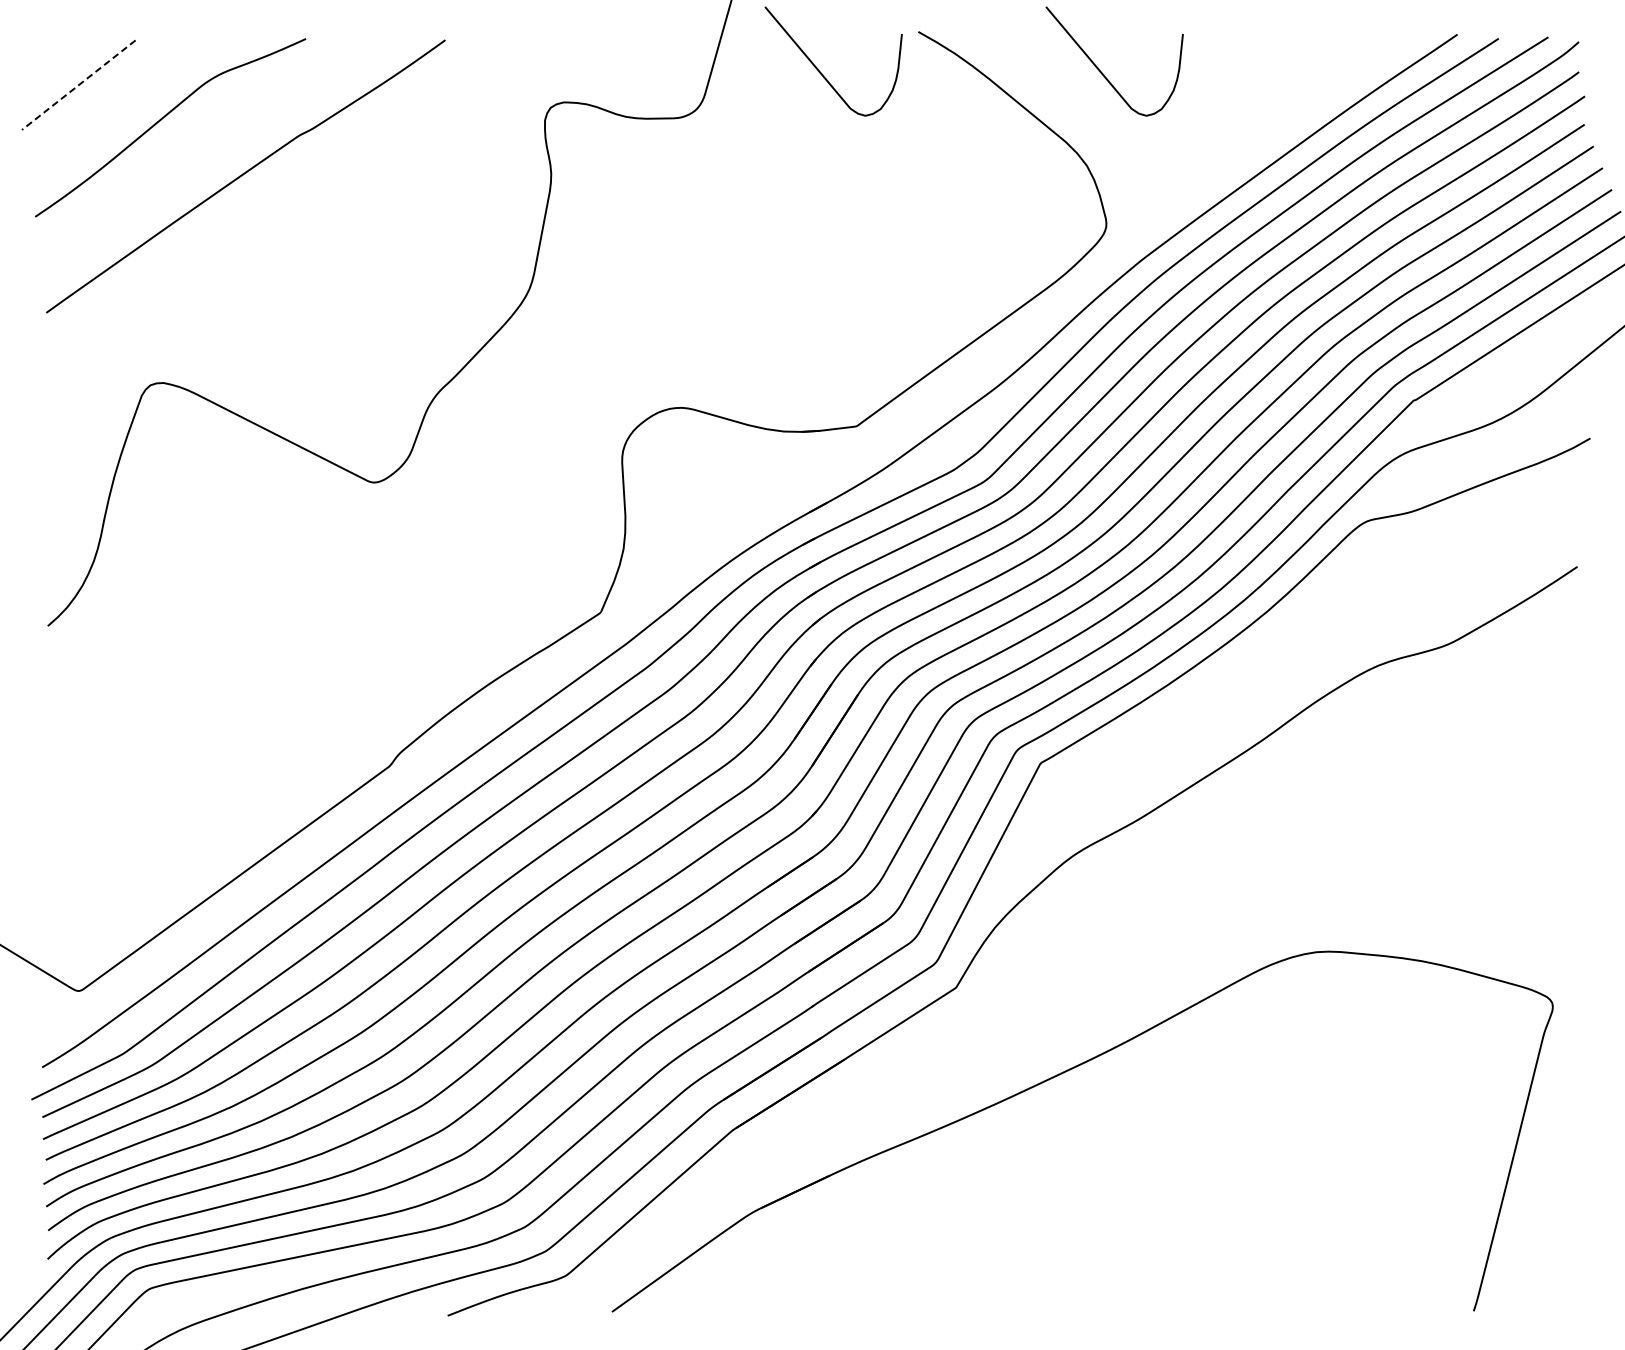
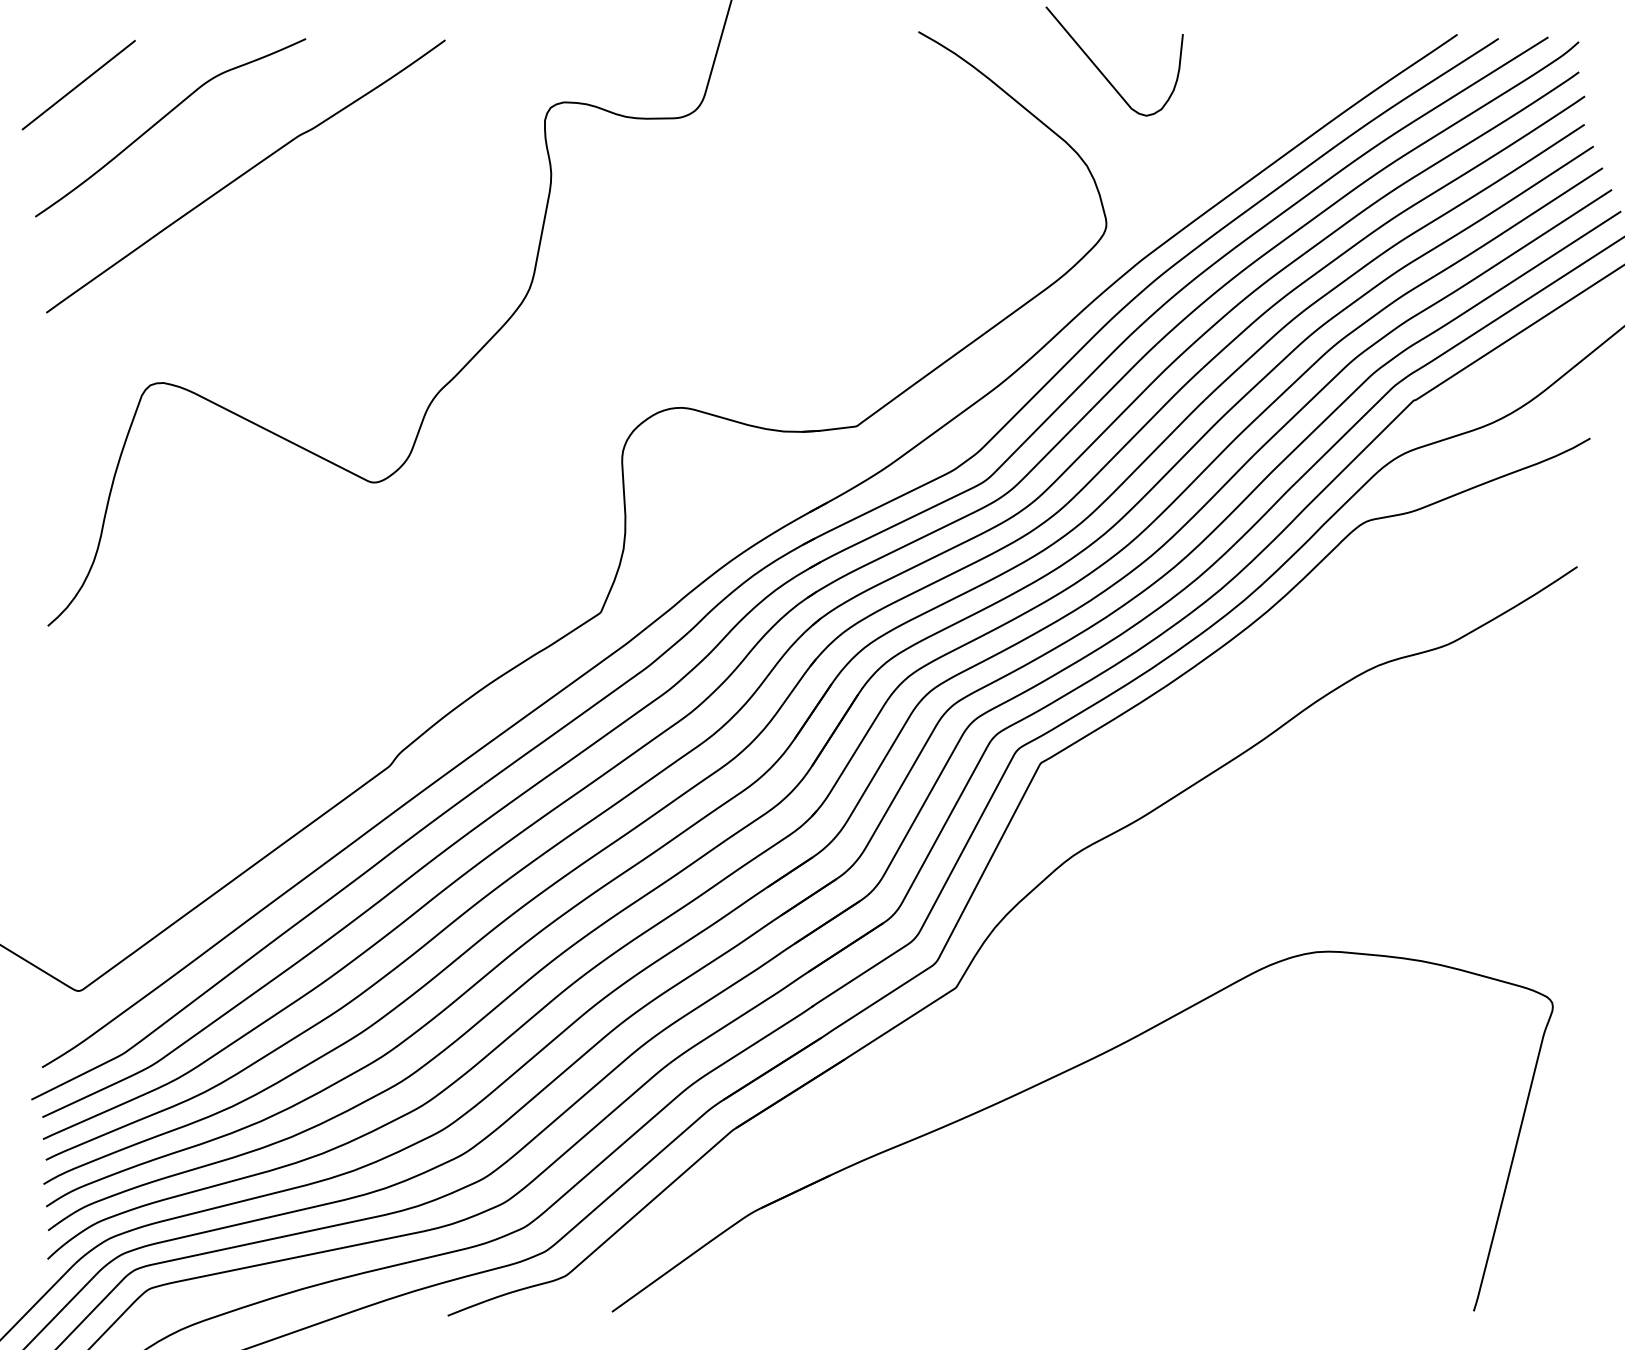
curve at (821, 72): present -> none
line at (78, 85): dashed -> solid
